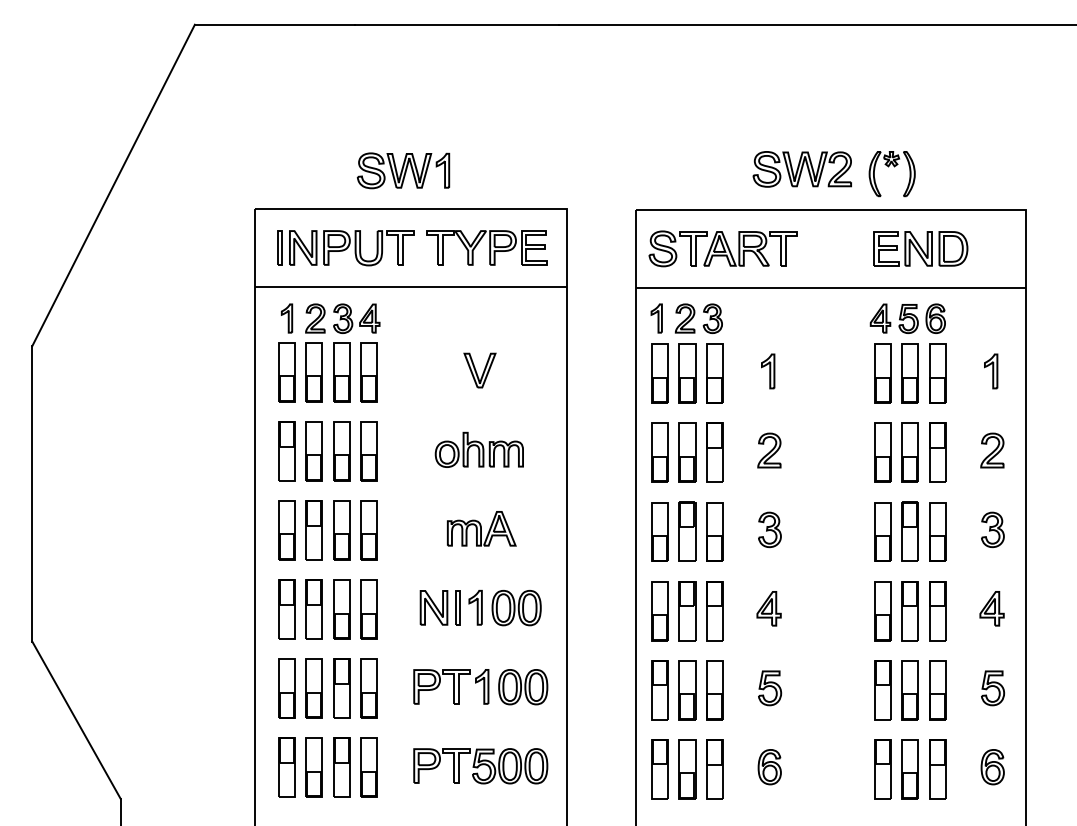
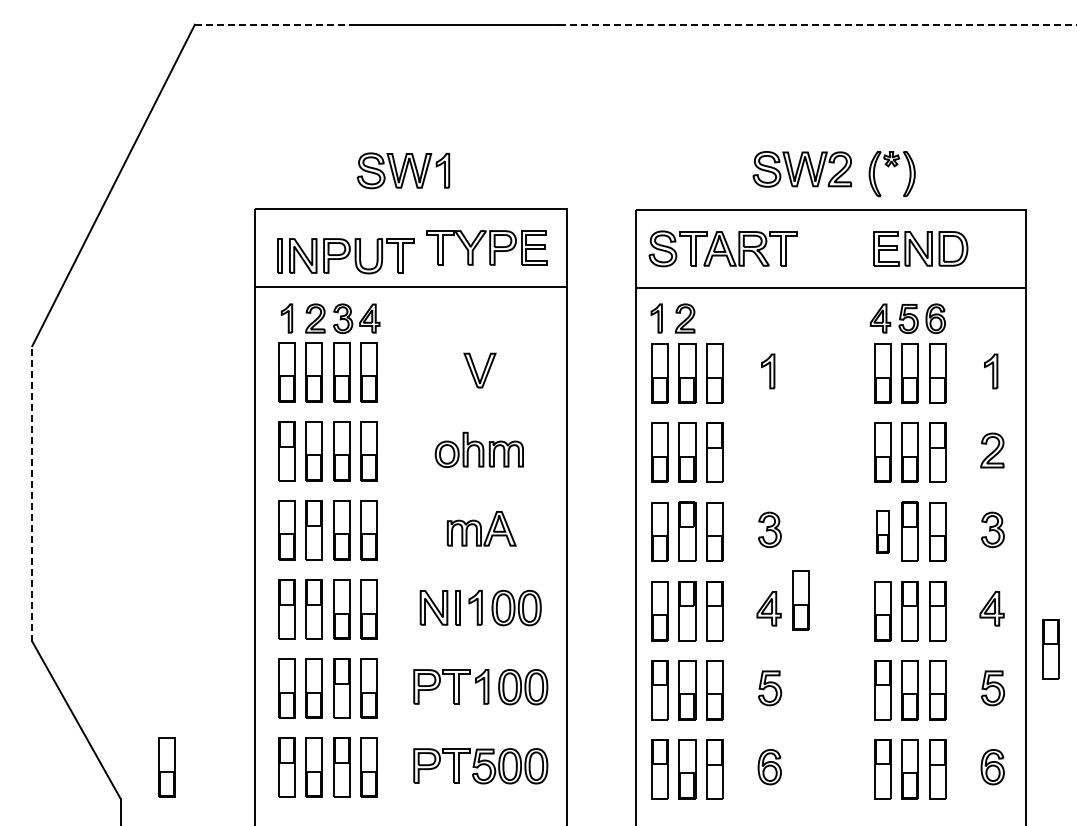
line at (274, 24): solid -> dashed
line at (817, 24): solid -> dashed
part at (345, 248) position: (345, 248) -> (345, 256)
part at (712, 318): present -> none
part at (769, 450): present -> none
line at (32, 493): solid -> dashed
part at (882, 531) size: 18x60 px -> 14x44 px
part at (800, 600): none -> present
part at (1050, 649): none -> present
part at (166, 767): none -> present
